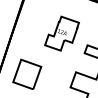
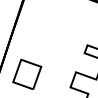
part at (61, 33): present -> none
